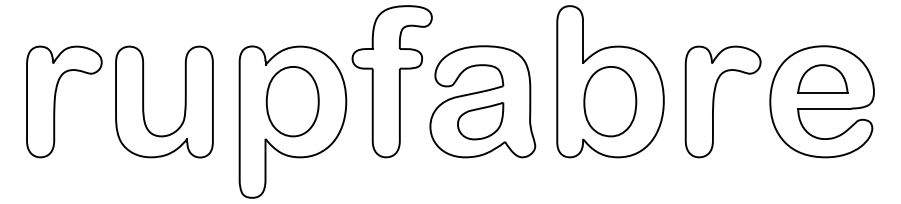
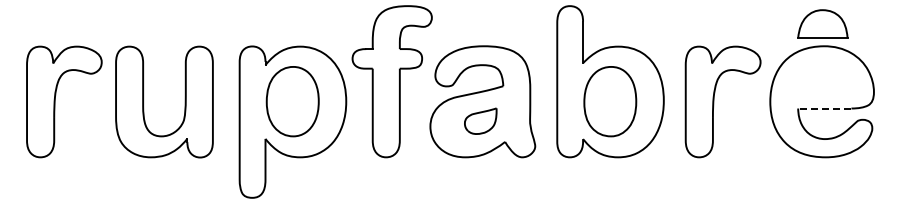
part at (822, 78) position: (822, 78) -> (822, 23)
line at (824, 108): solid -> dashed
part at (480, 121) size: 48x39 px -> 34x28 px
